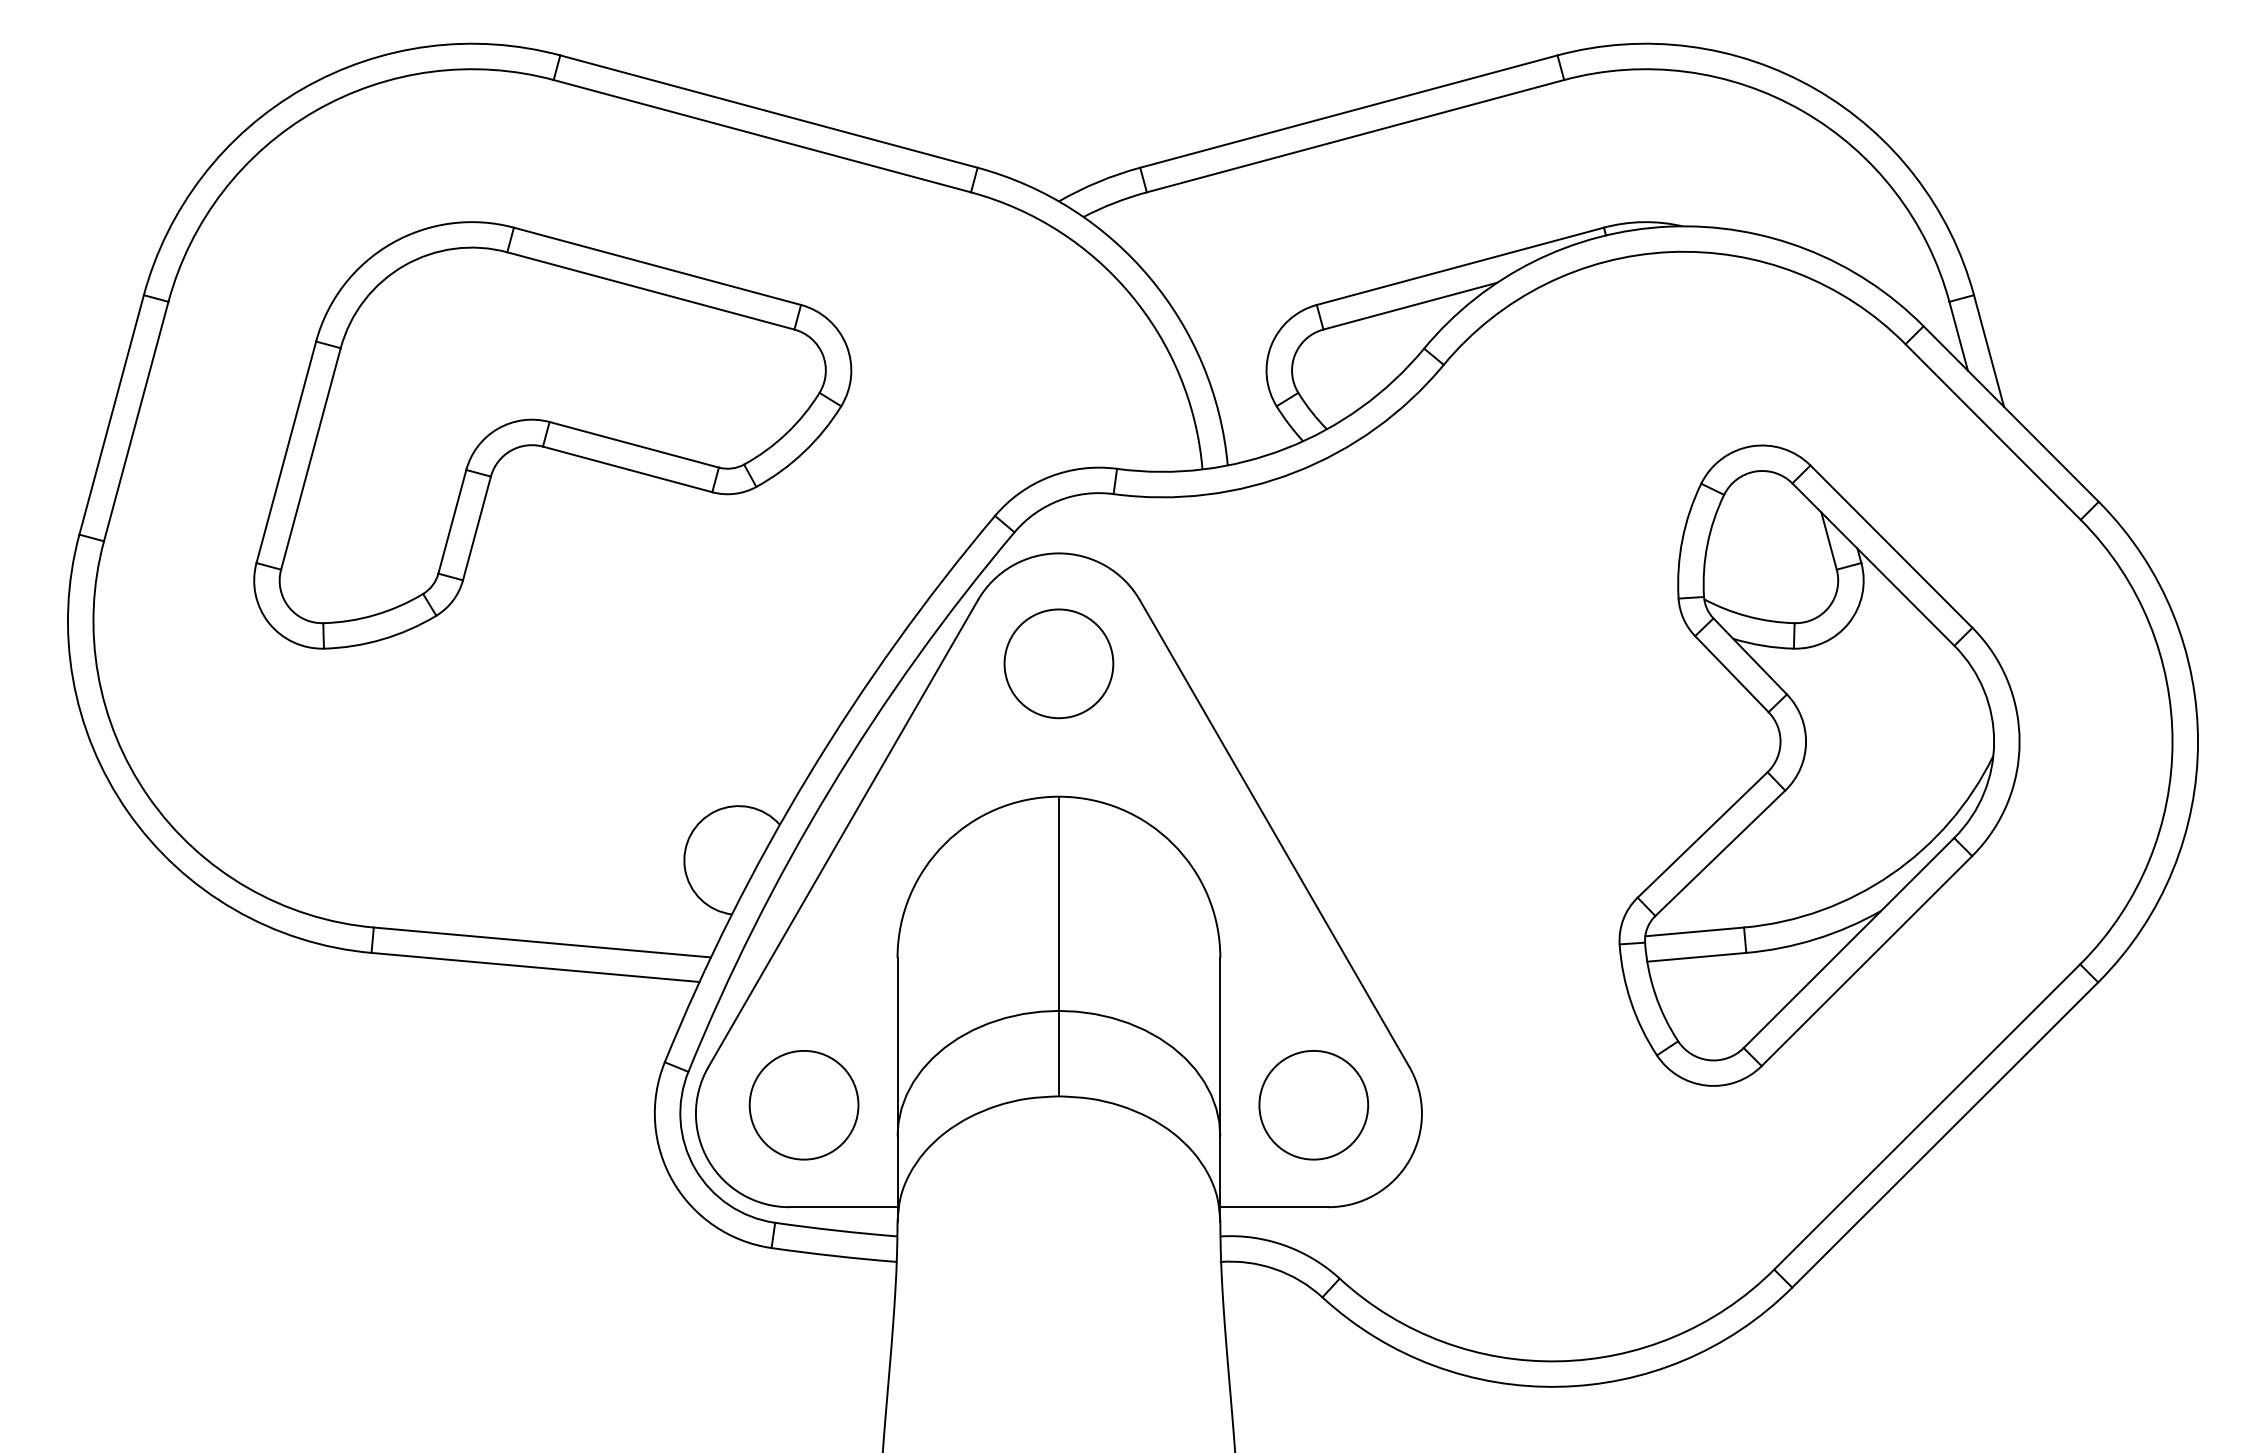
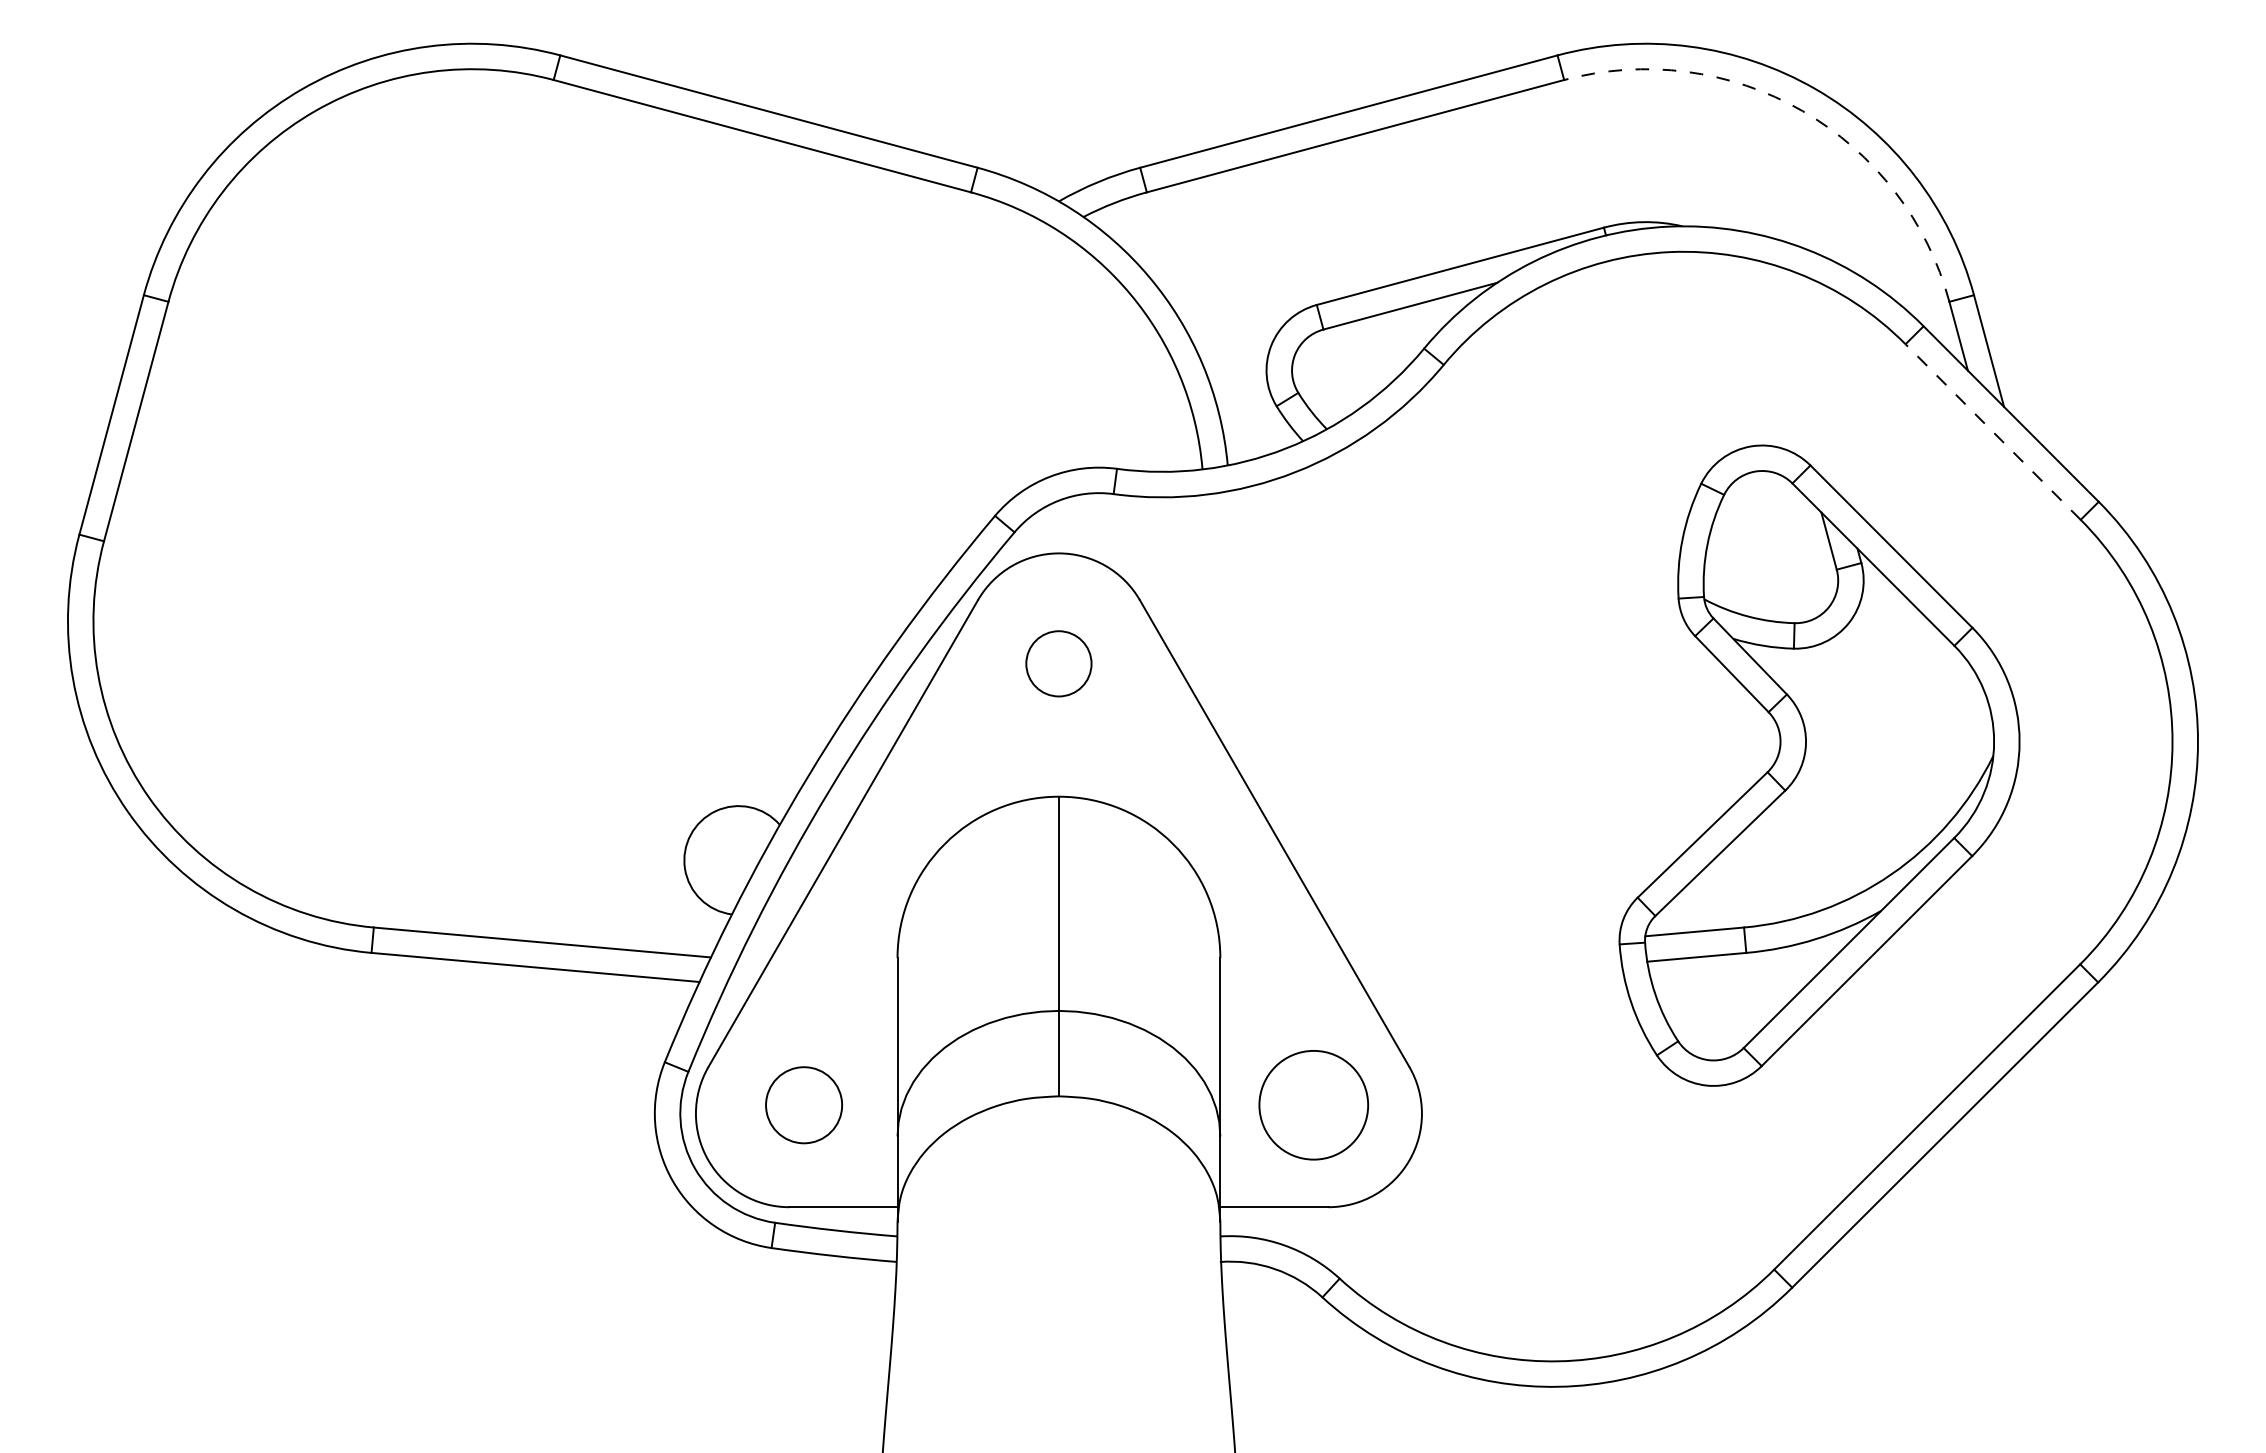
arc at (1802, 111): solid -> dashed
line at (1992, 431): solid -> dashed
part at (552, 435): present -> none
circle at (1058, 663) diameter: 109 px -> 65 px
circle at (803, 1104) diameter: 109 px -> 76 px
